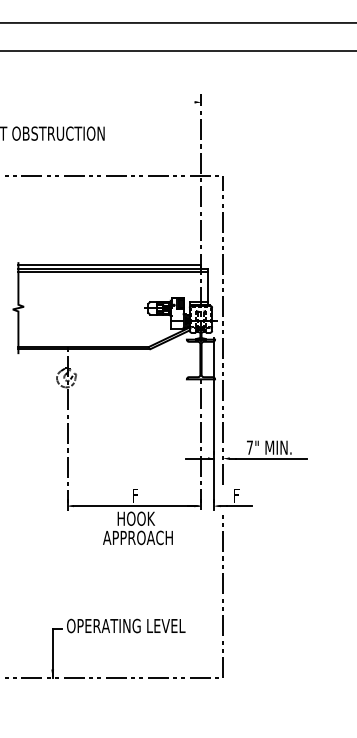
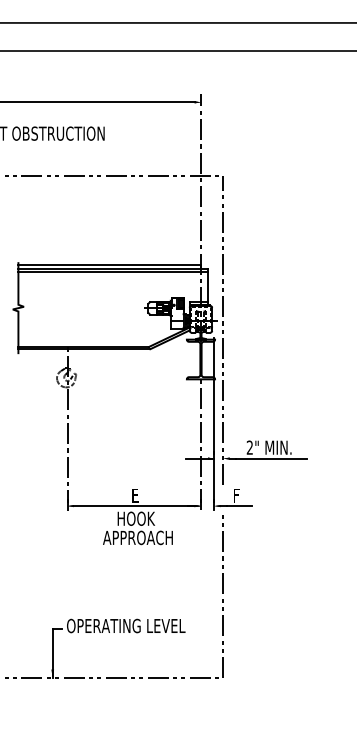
line at (98, 102): none -> present
text at (249, 447): 7" -> 2"
text at (135, 495): F -> E
